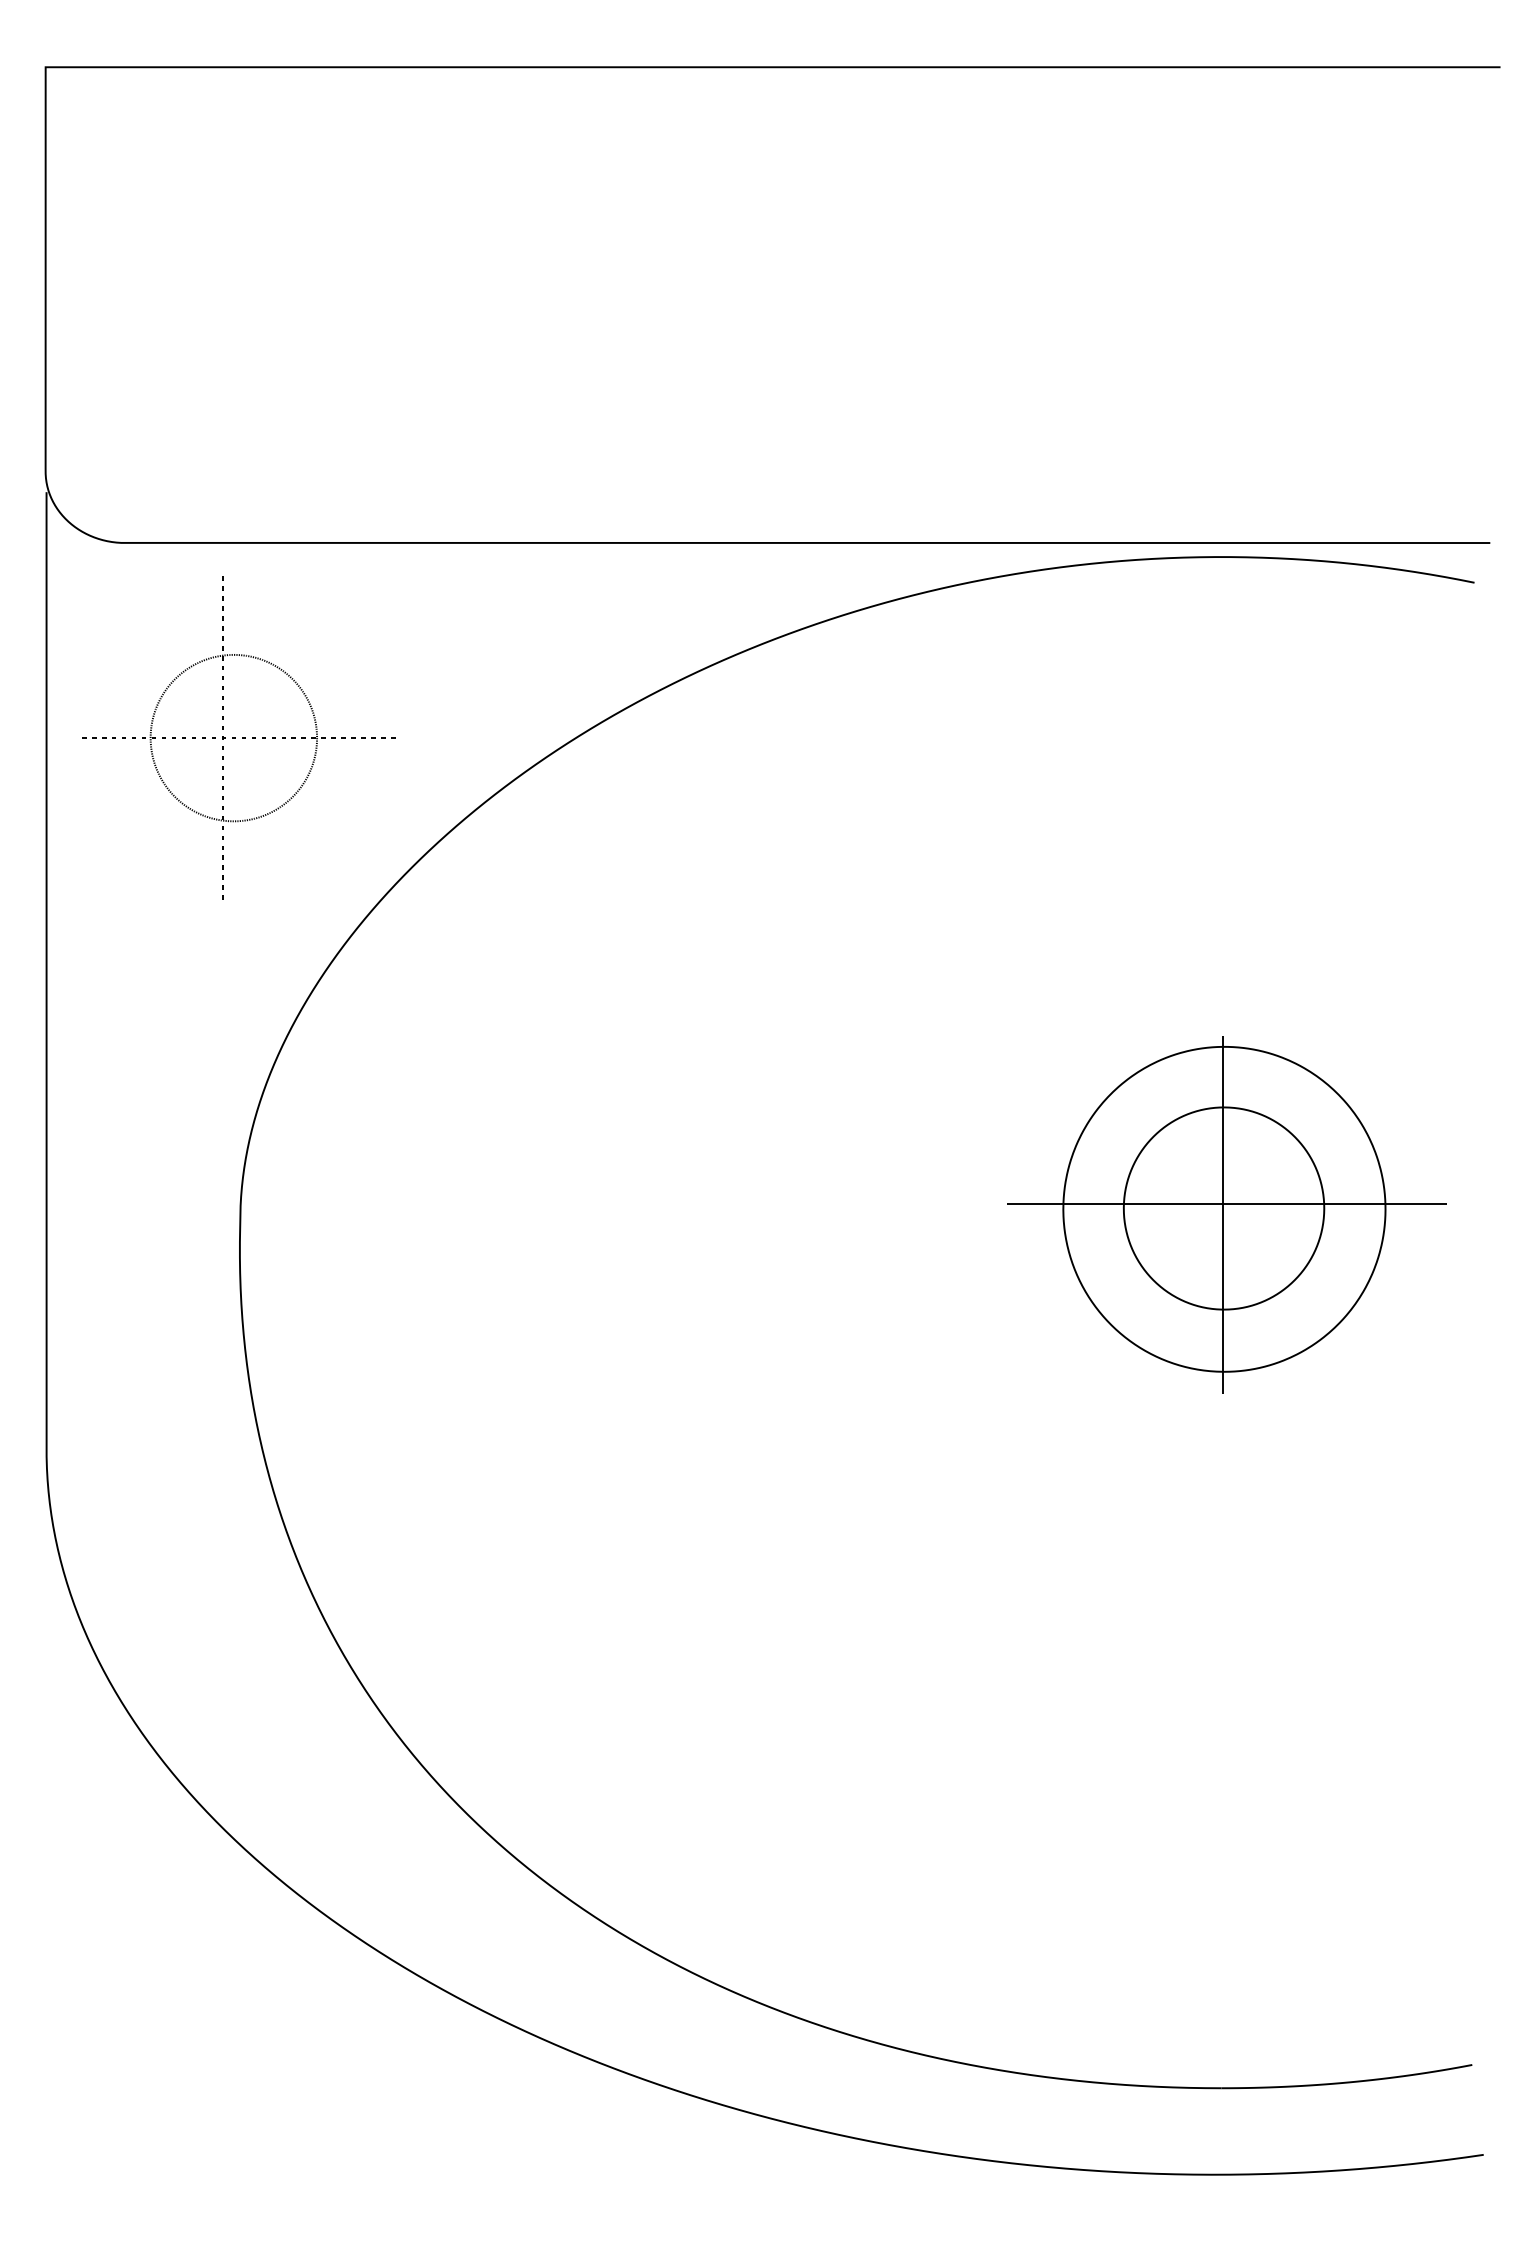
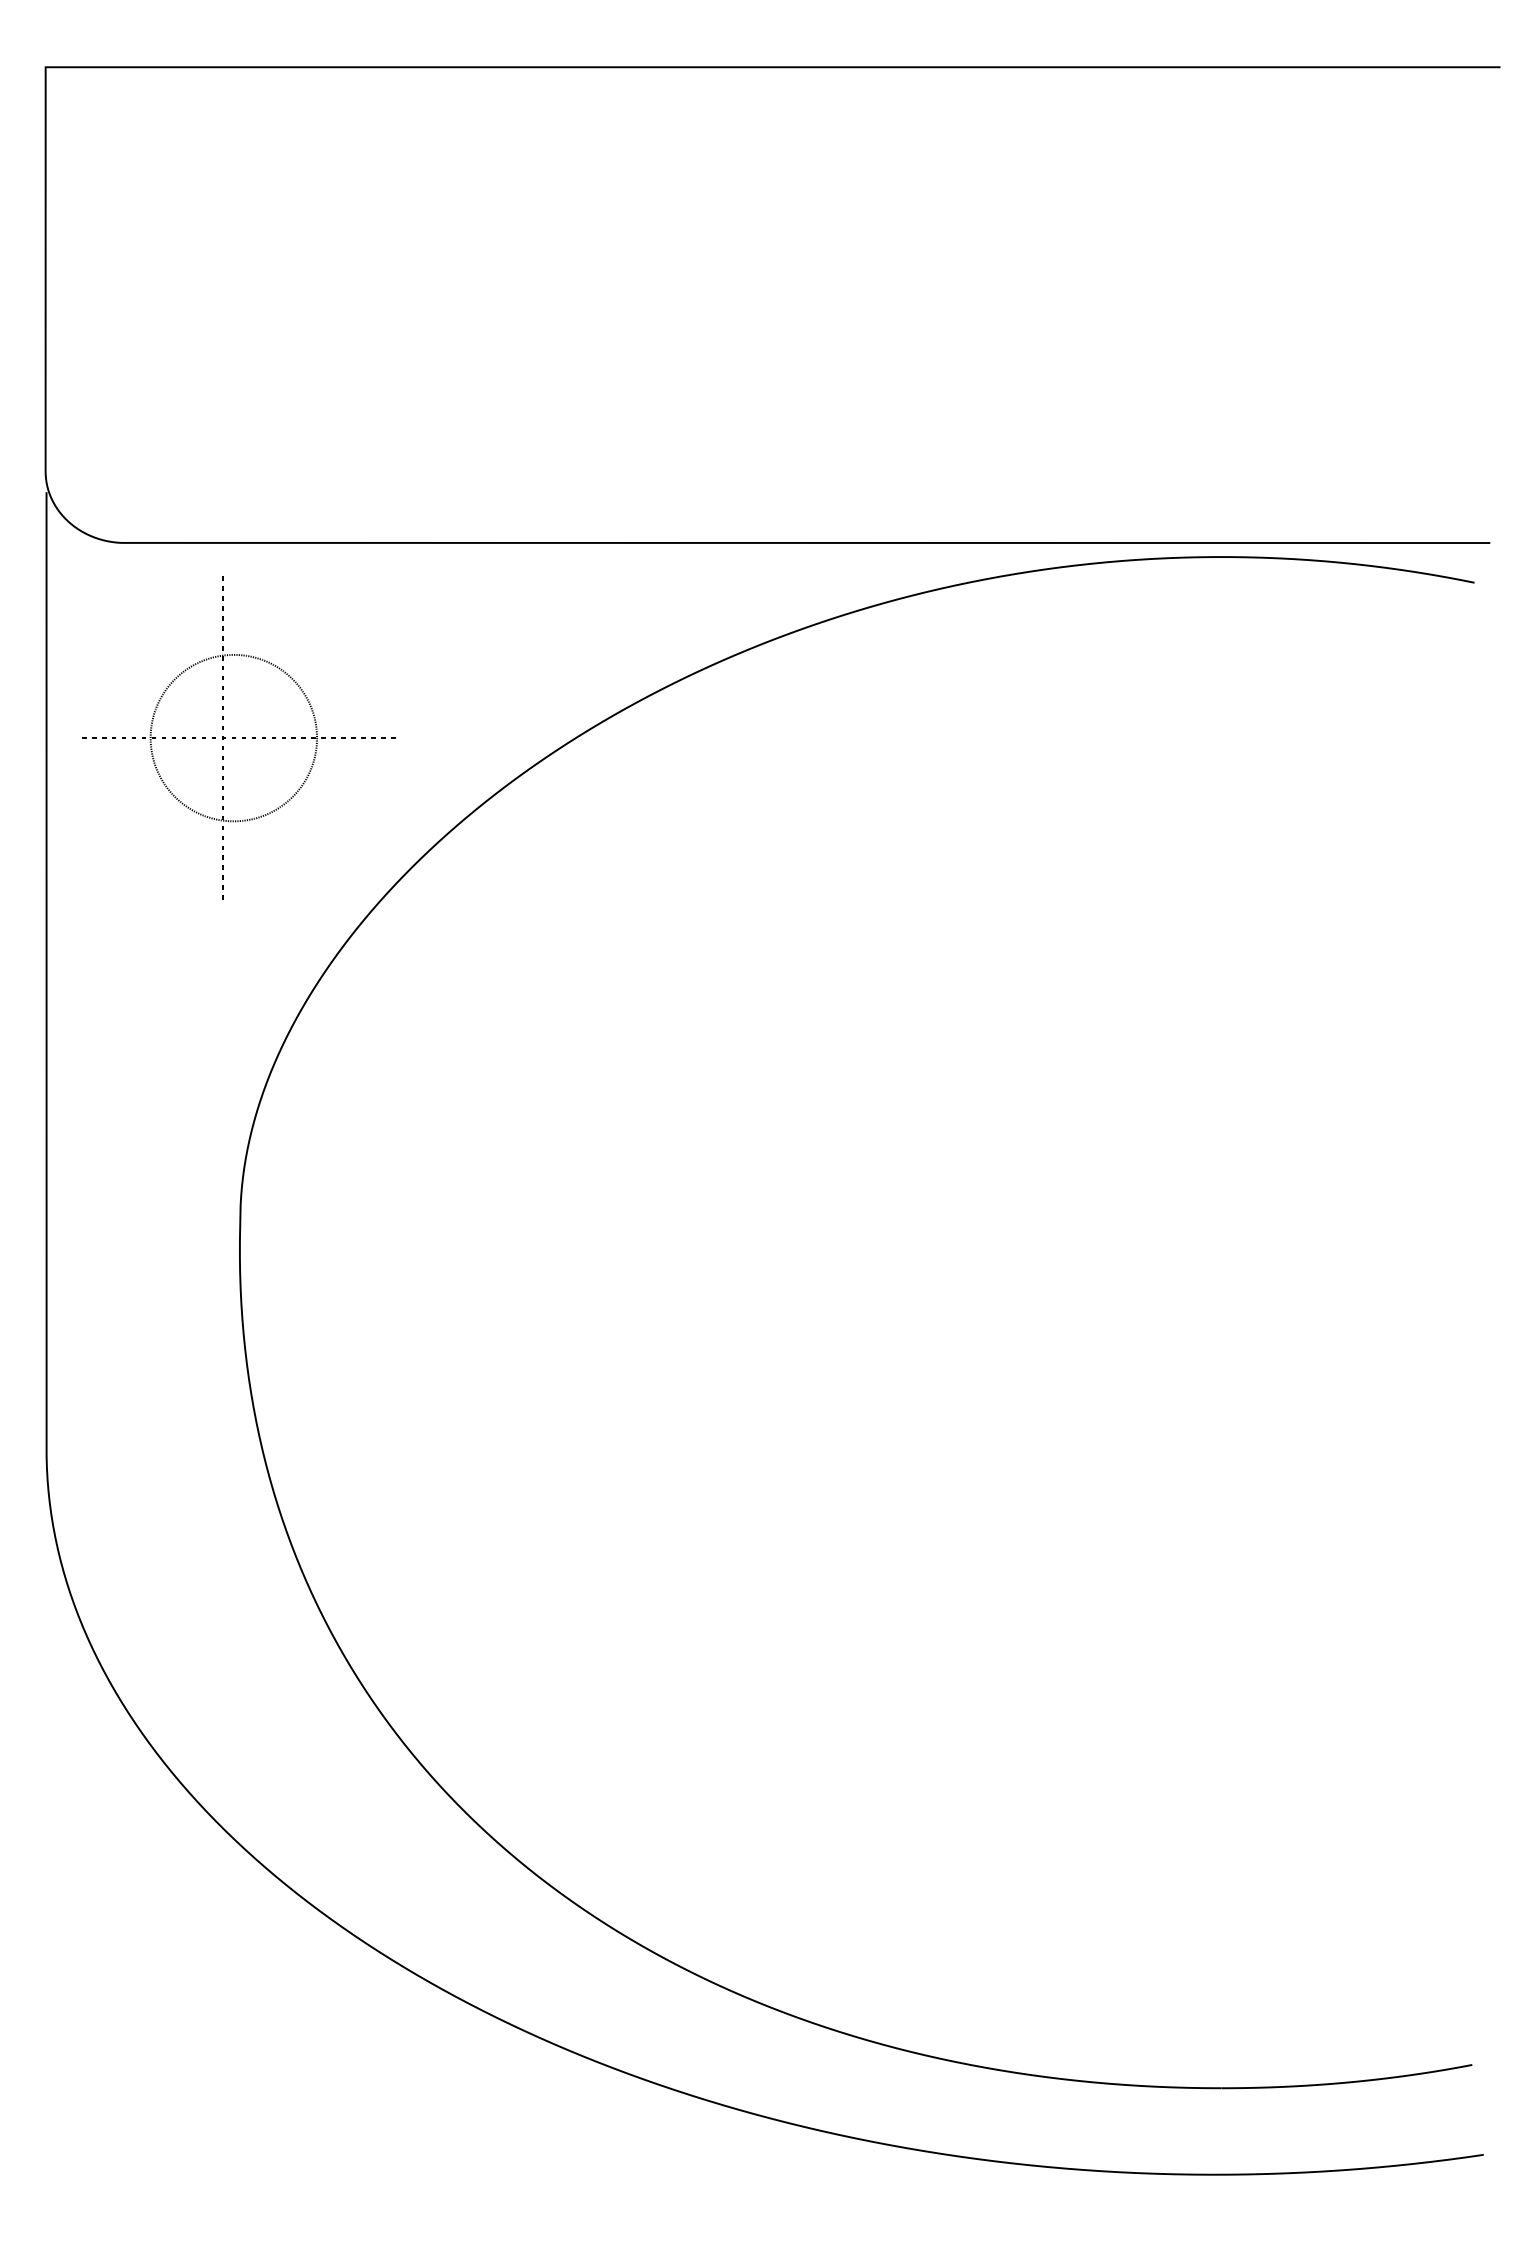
part at (1226, 1214): present -> none
